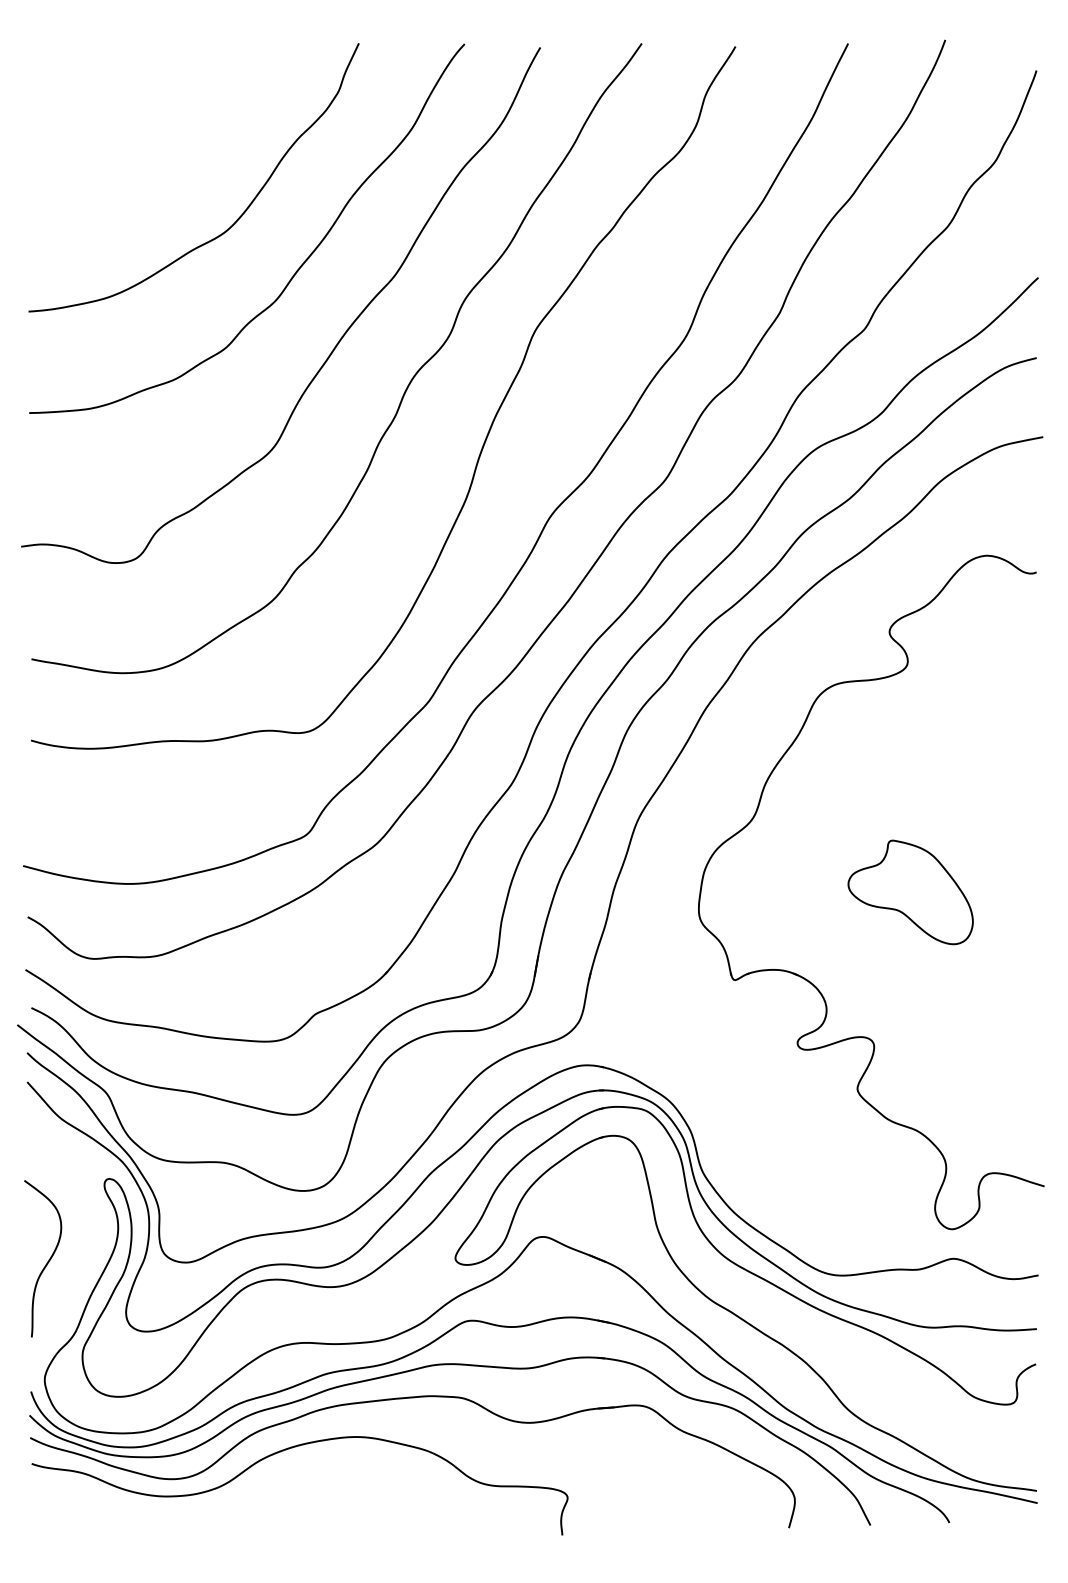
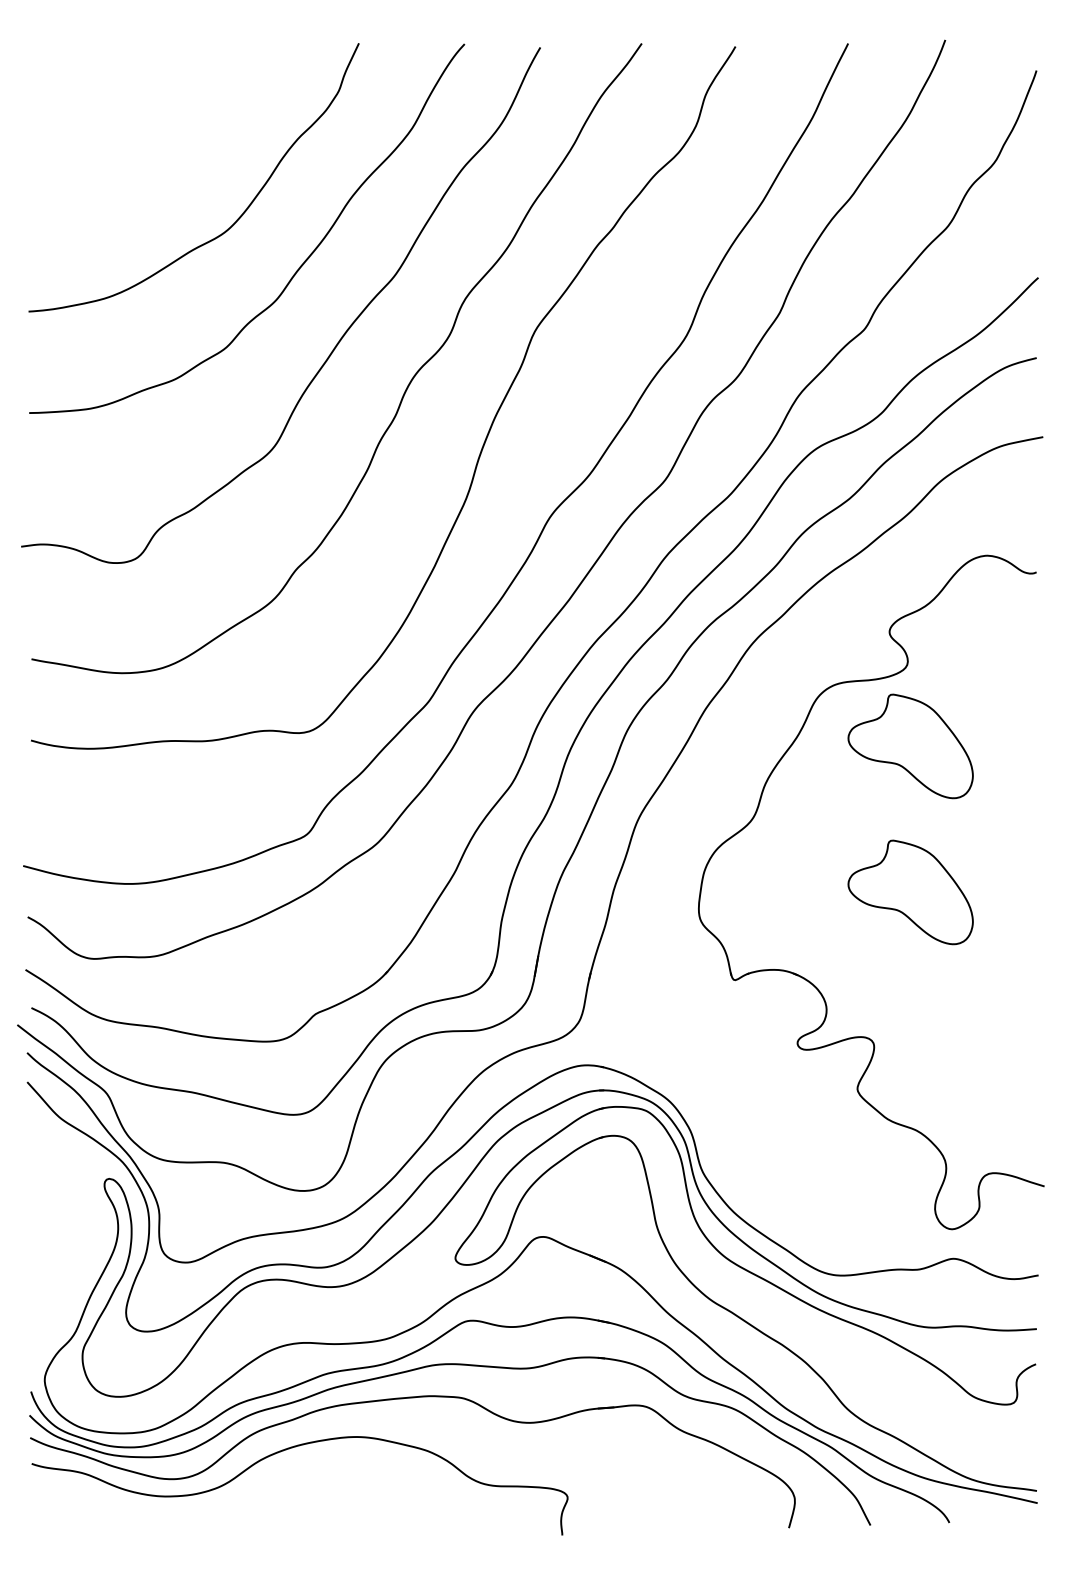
part at (910, 746): none -> present
curve at (47, 1261): present -> none
